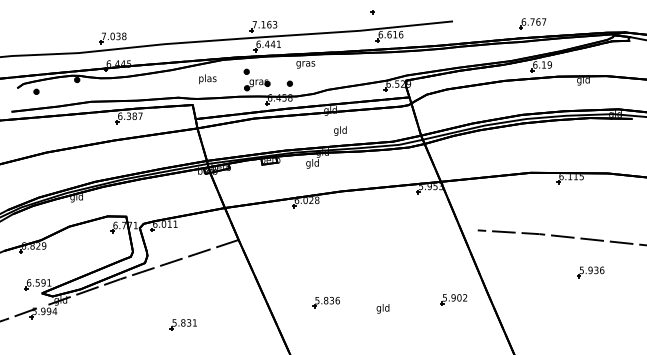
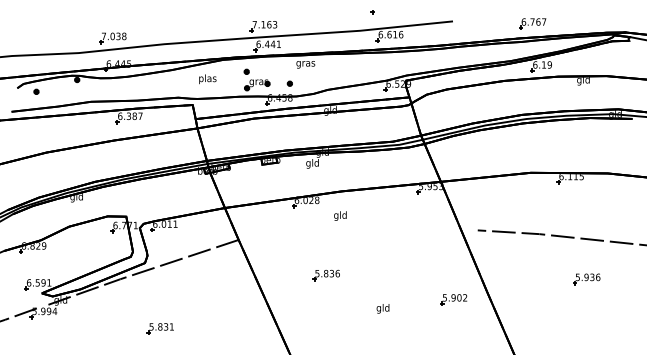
text at (340, 130) position: (340, 130) -> (340, 215)
part at (590, 272) position: (590, 272) -> (586, 279)
part at (325, 302) position: (325, 302) -> (325, 275)
part at (182, 324) position: (182, 324) -> (159, 328)
